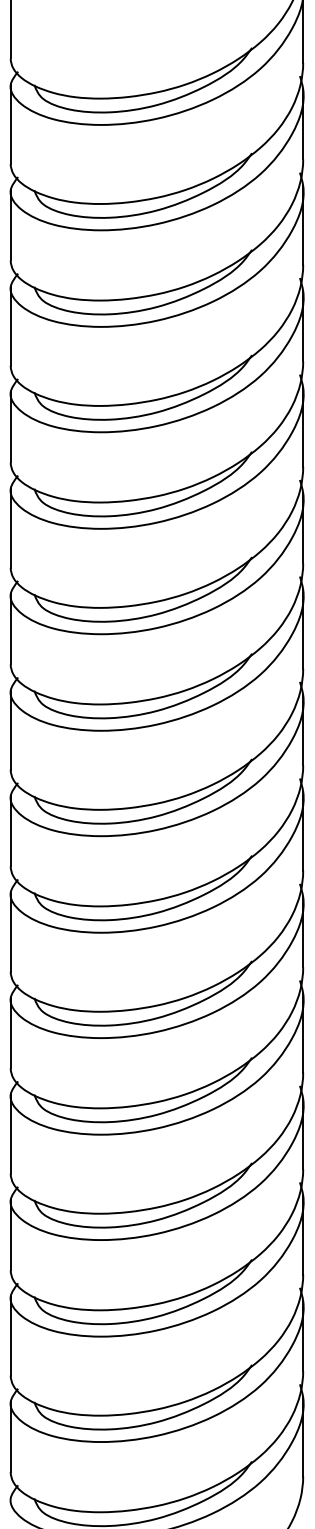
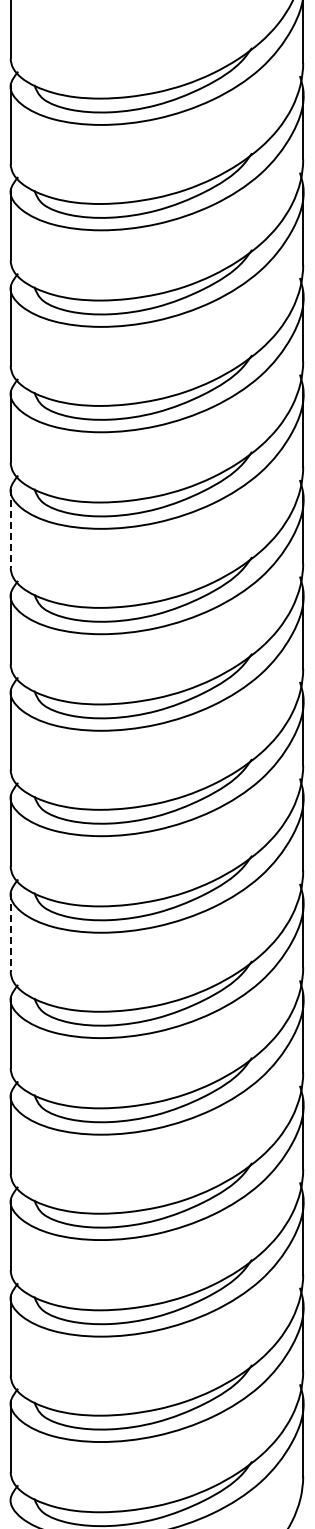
line at (10, 528): solid -> dashed
line at (10, 932): solid -> dashed
